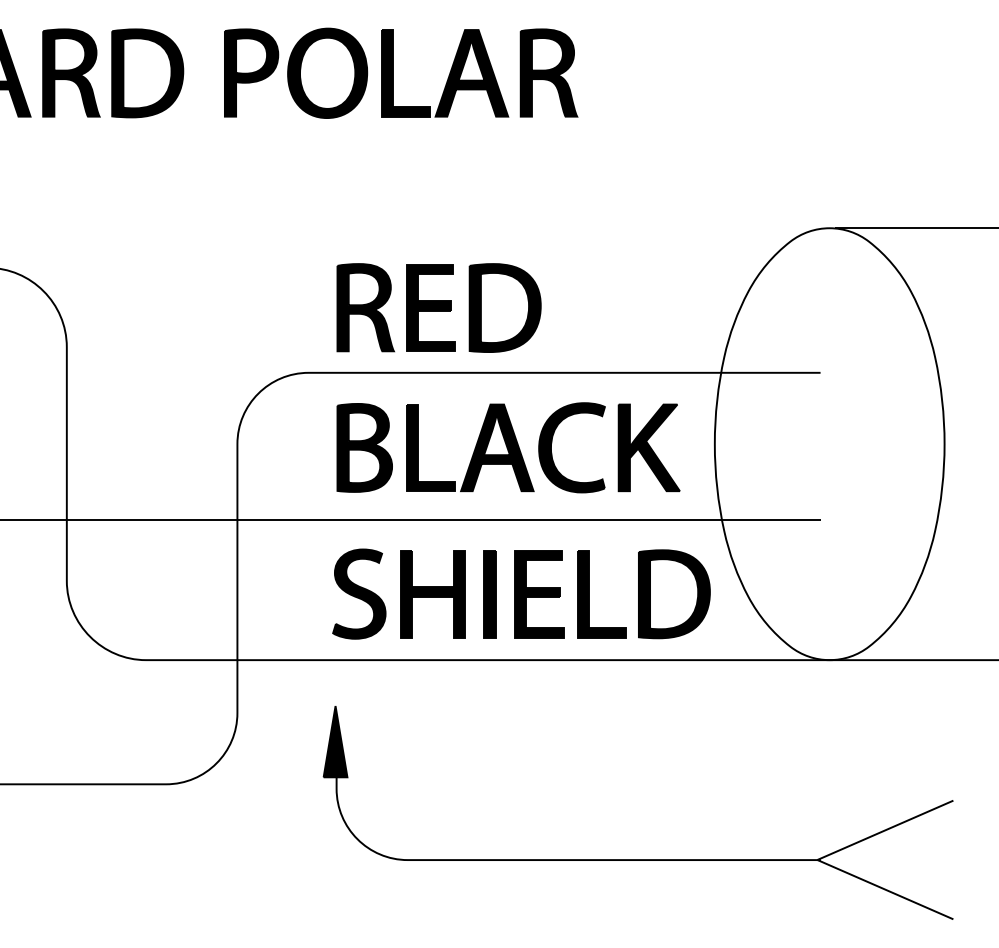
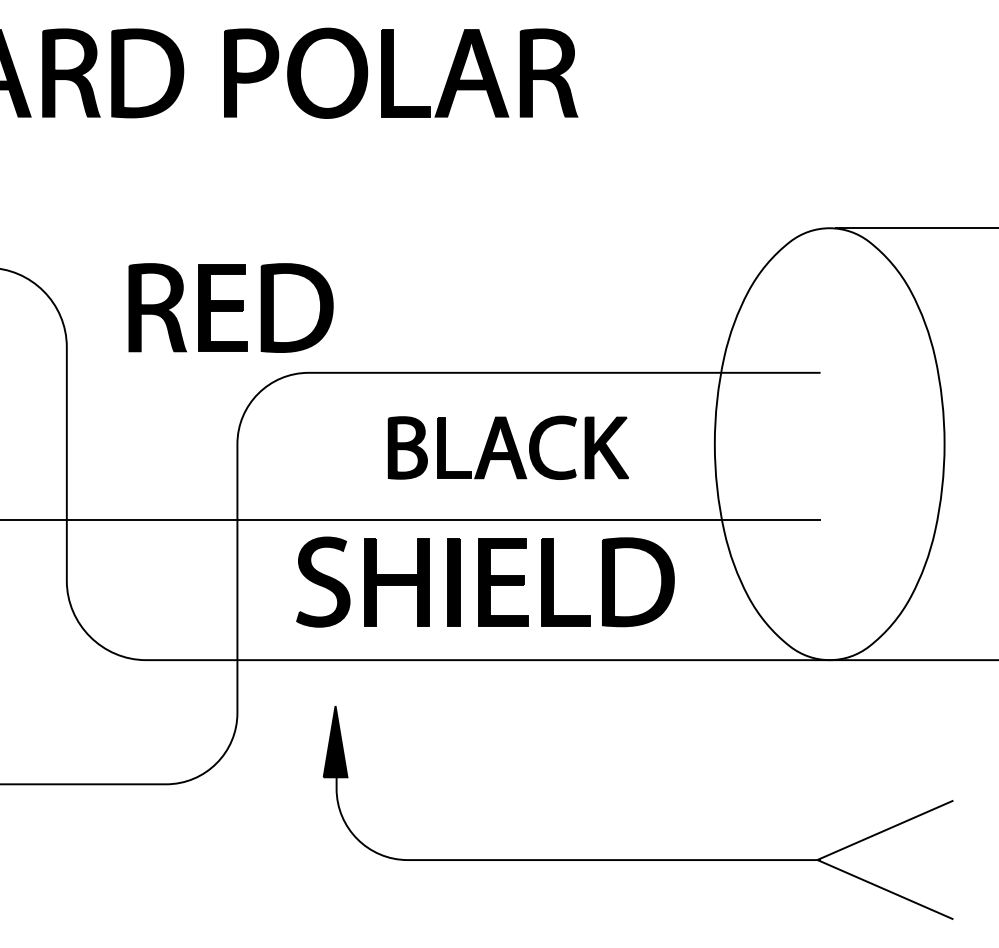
part at (438, 307) position: (438, 307) -> (230, 307)
part at (508, 447) size: 345x92 px -> 242x65 px
part at (521, 593) position: (521, 593) -> (485, 581)
